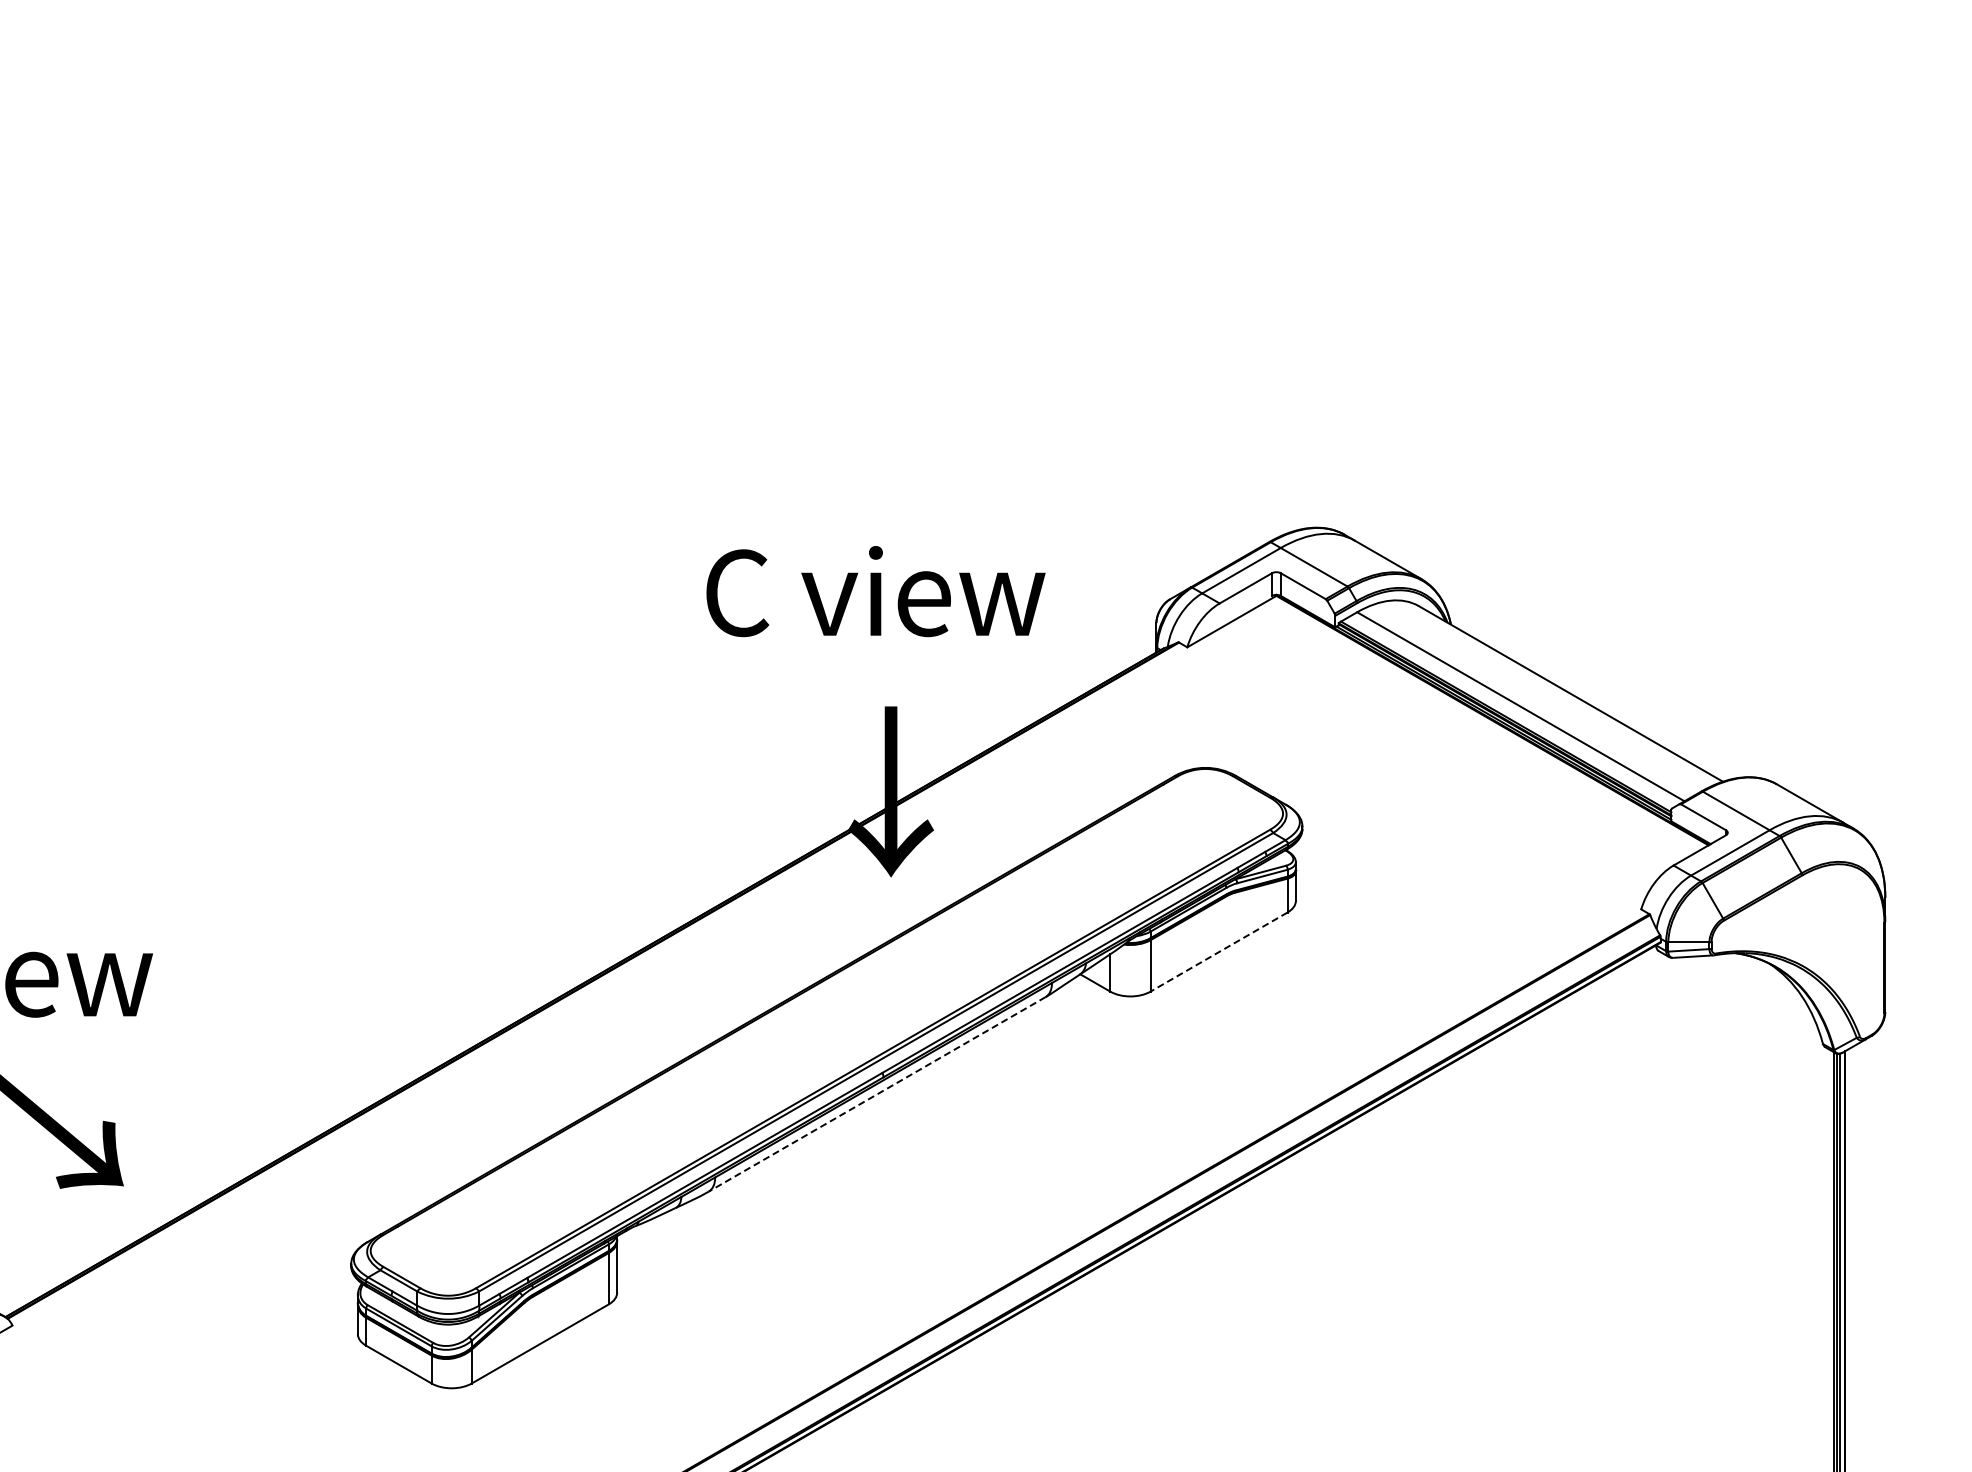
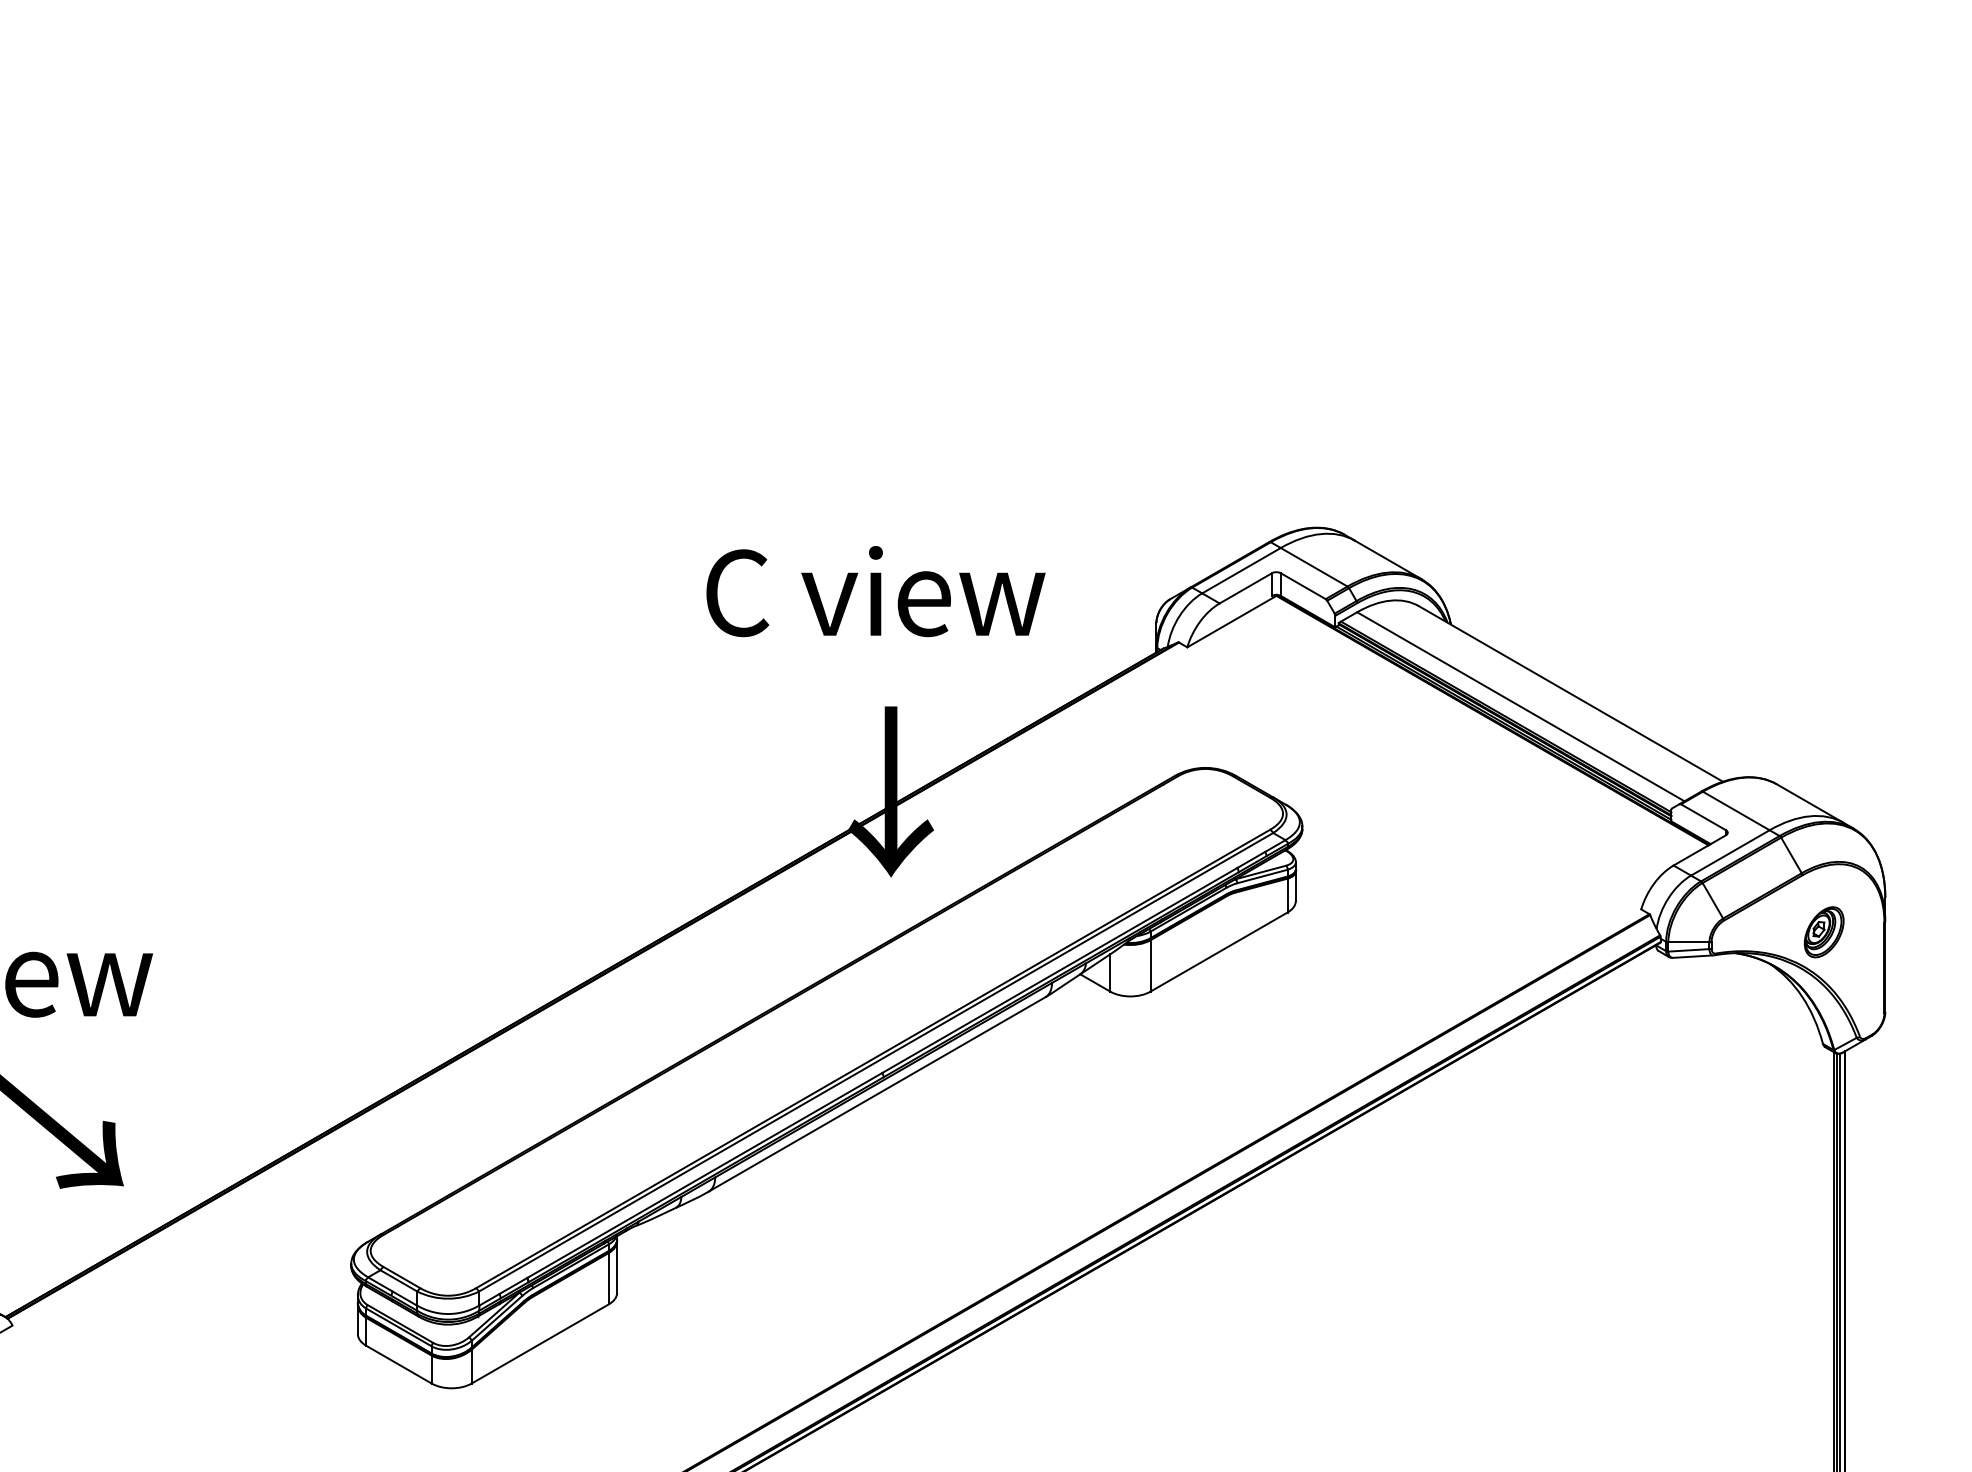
part at (1823, 932): none -> present
line at (1218, 952): dashed -> solid
line at (876, 1094): dashed -> solid
